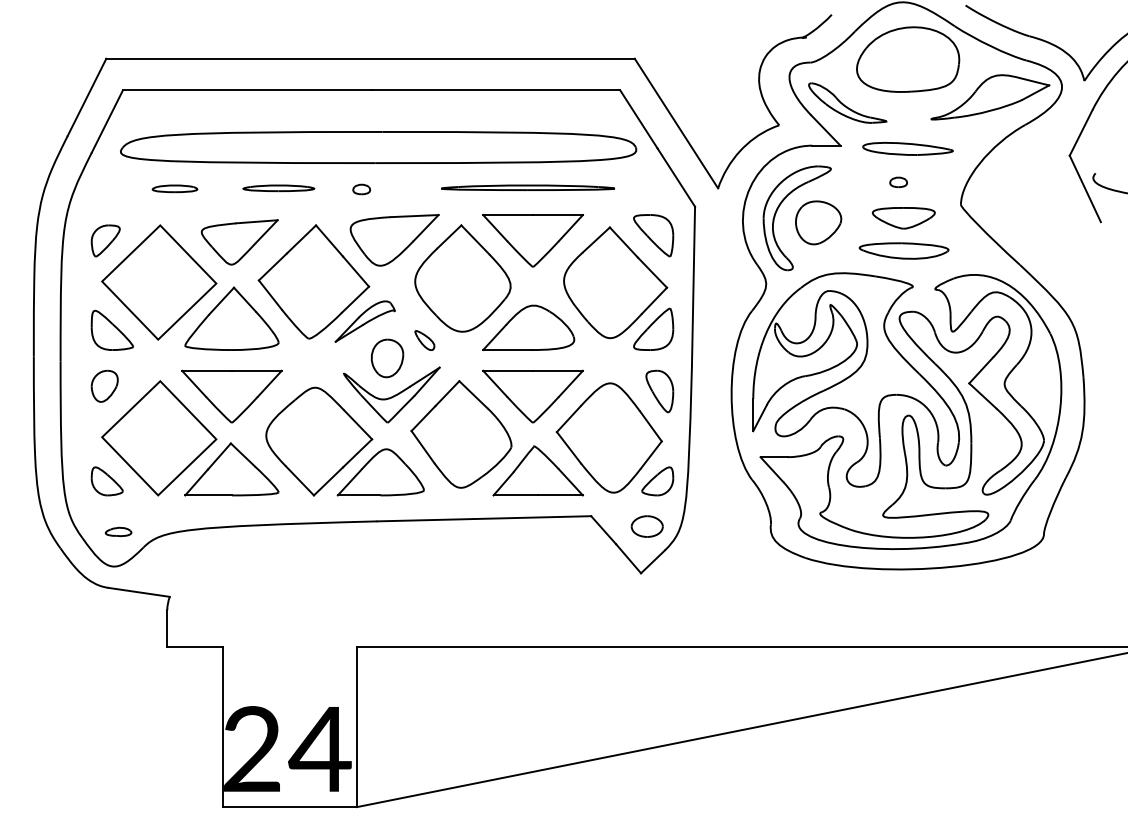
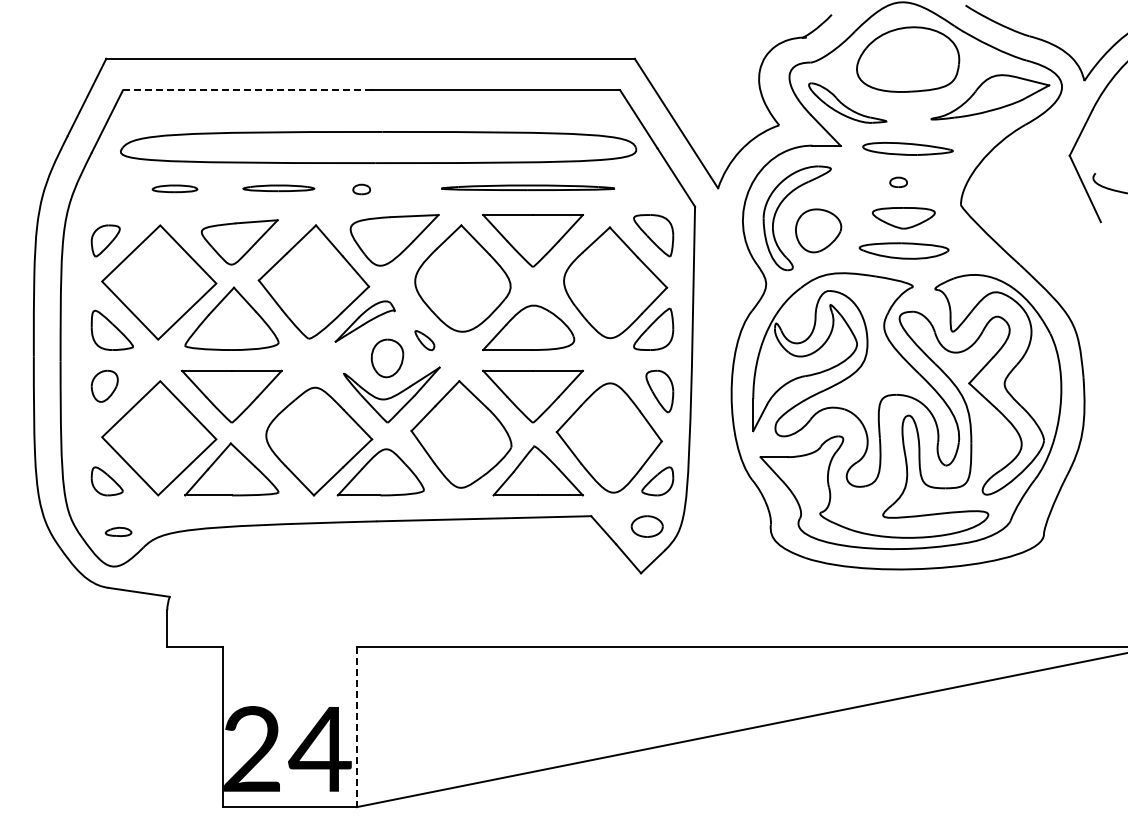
line at (247, 90): solid -> dashed
part at (818, 222) position: (818, 222) -> (818, 230)
line at (356, 727): solid -> dashed
